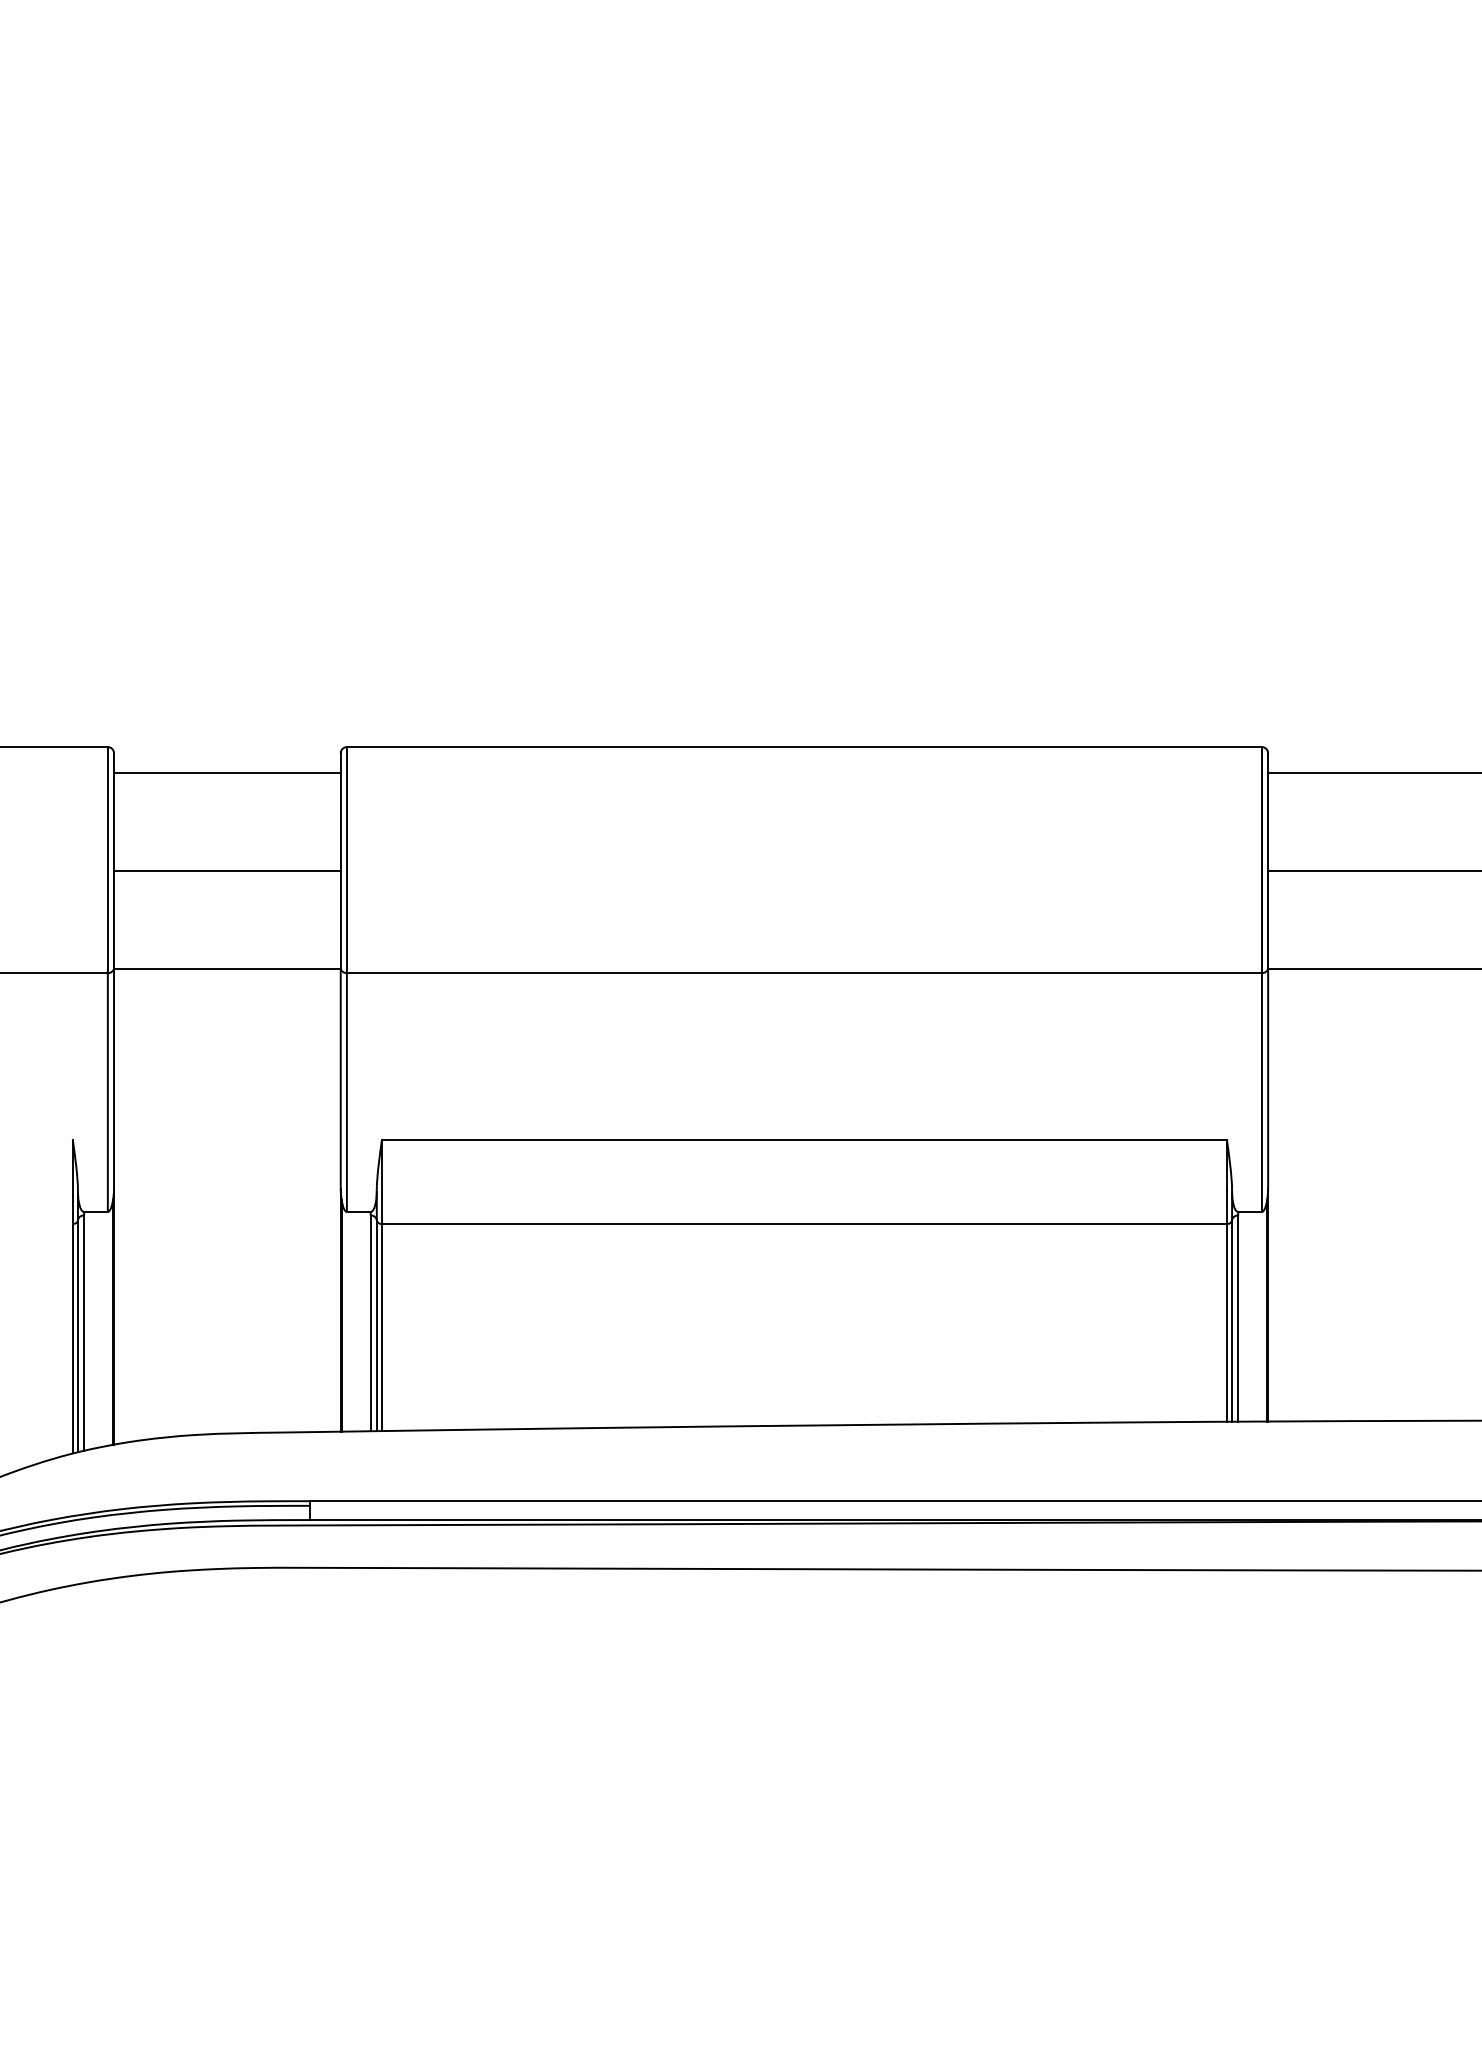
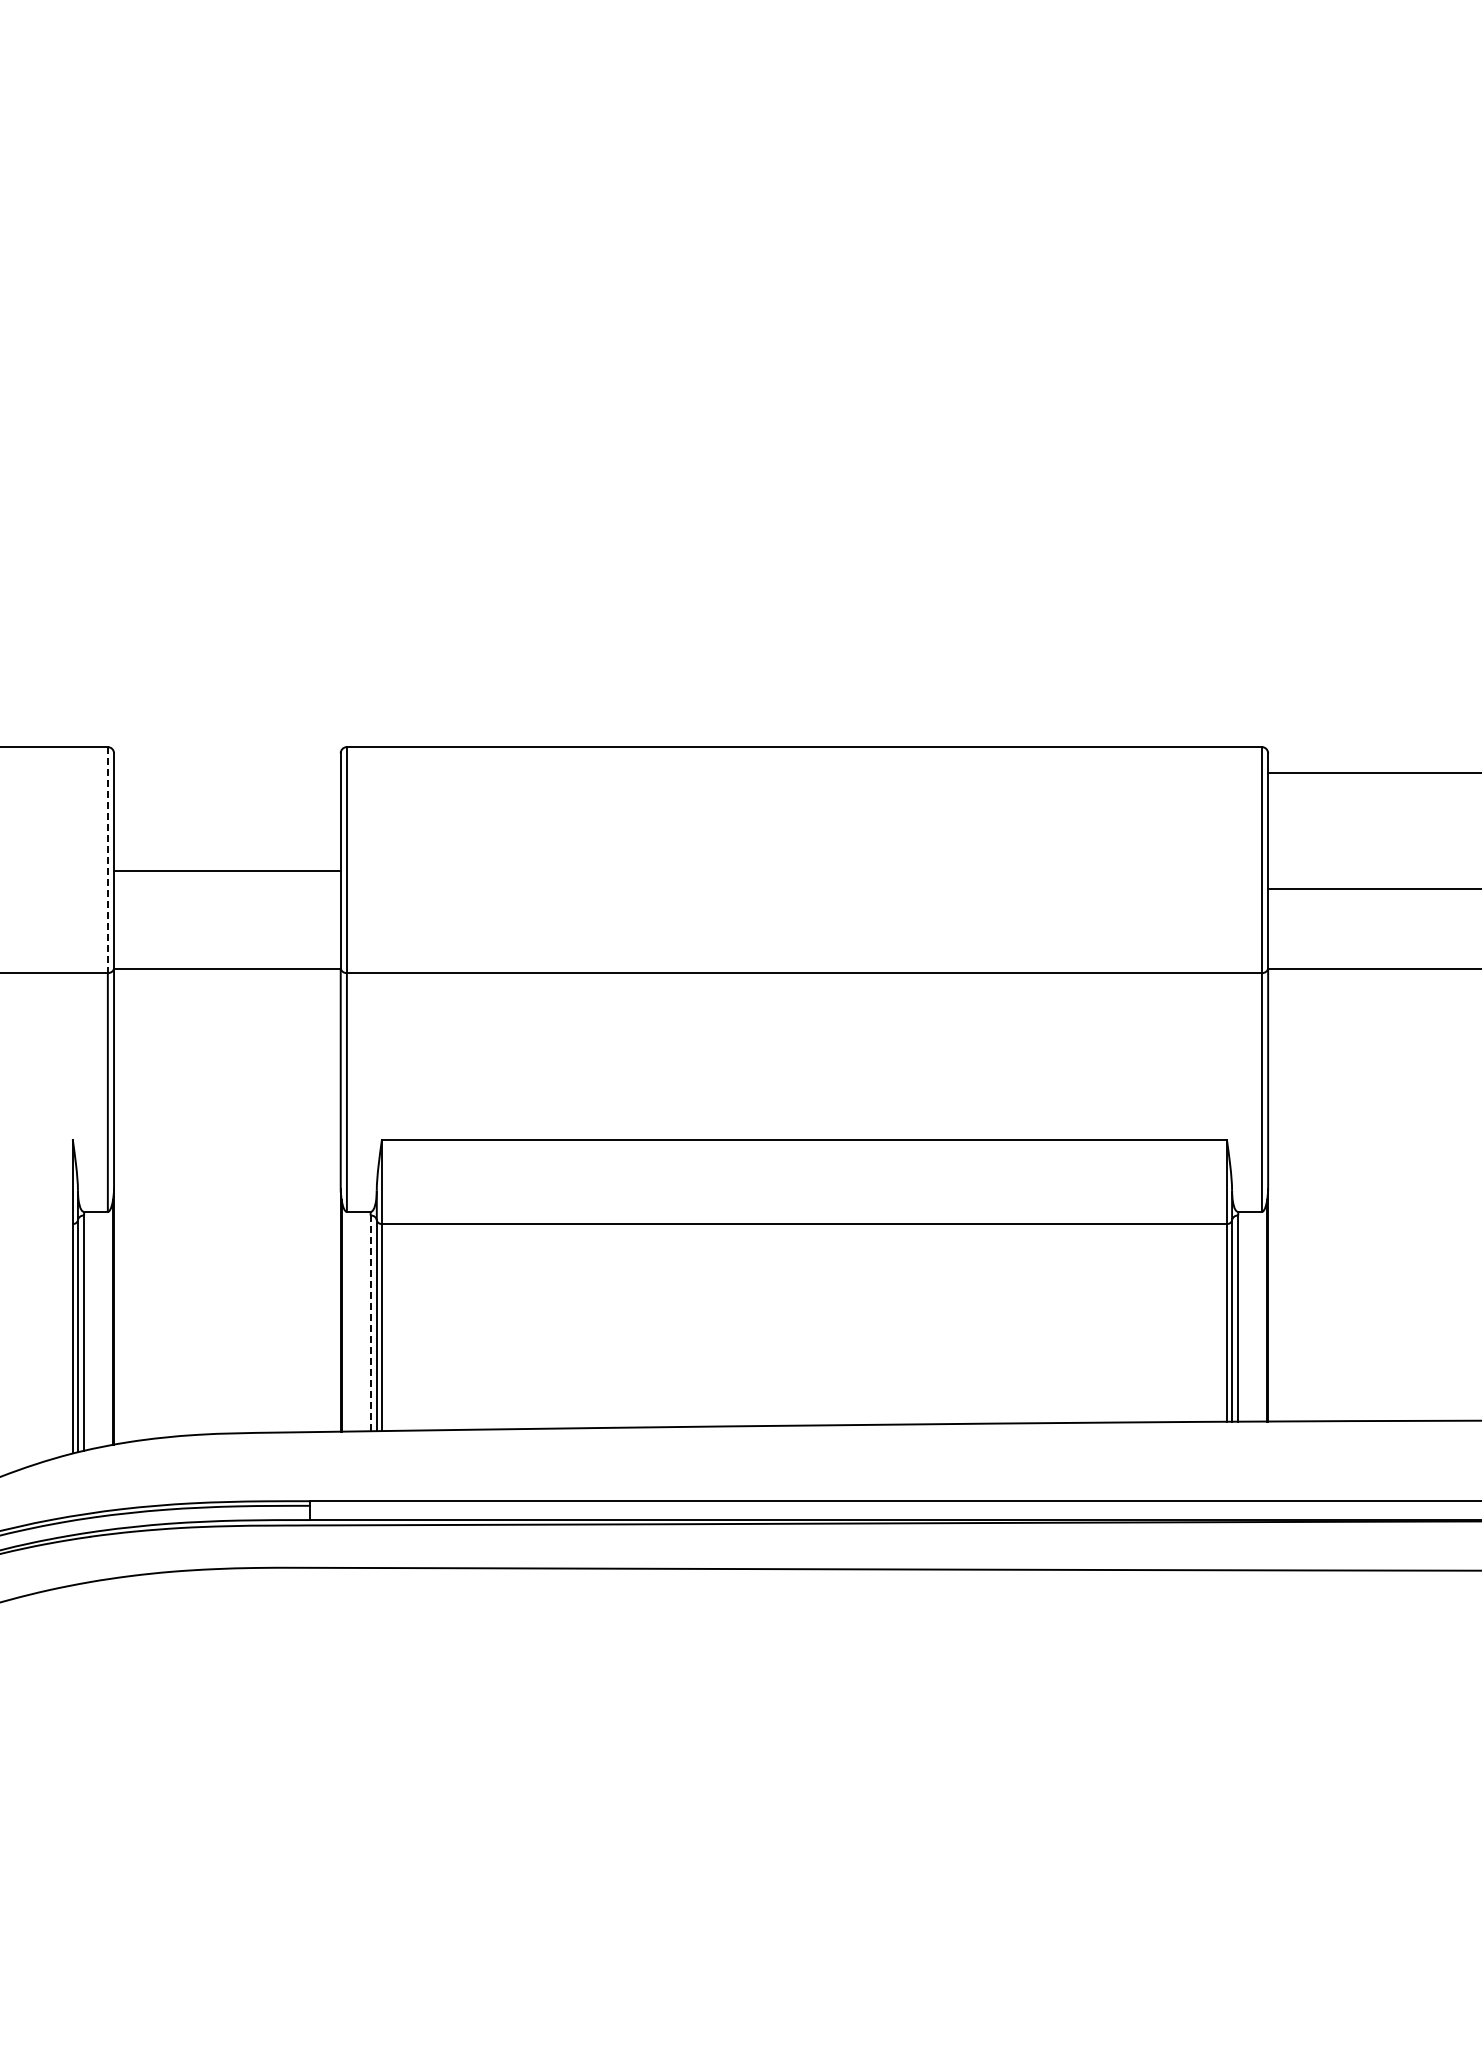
line at (227, 772): present -> none
line at (107, 860): solid -> dashed
line at (1373, 871) position: (1373, 871) -> (1373, 889)
line at (370, 1323): solid -> dashed
